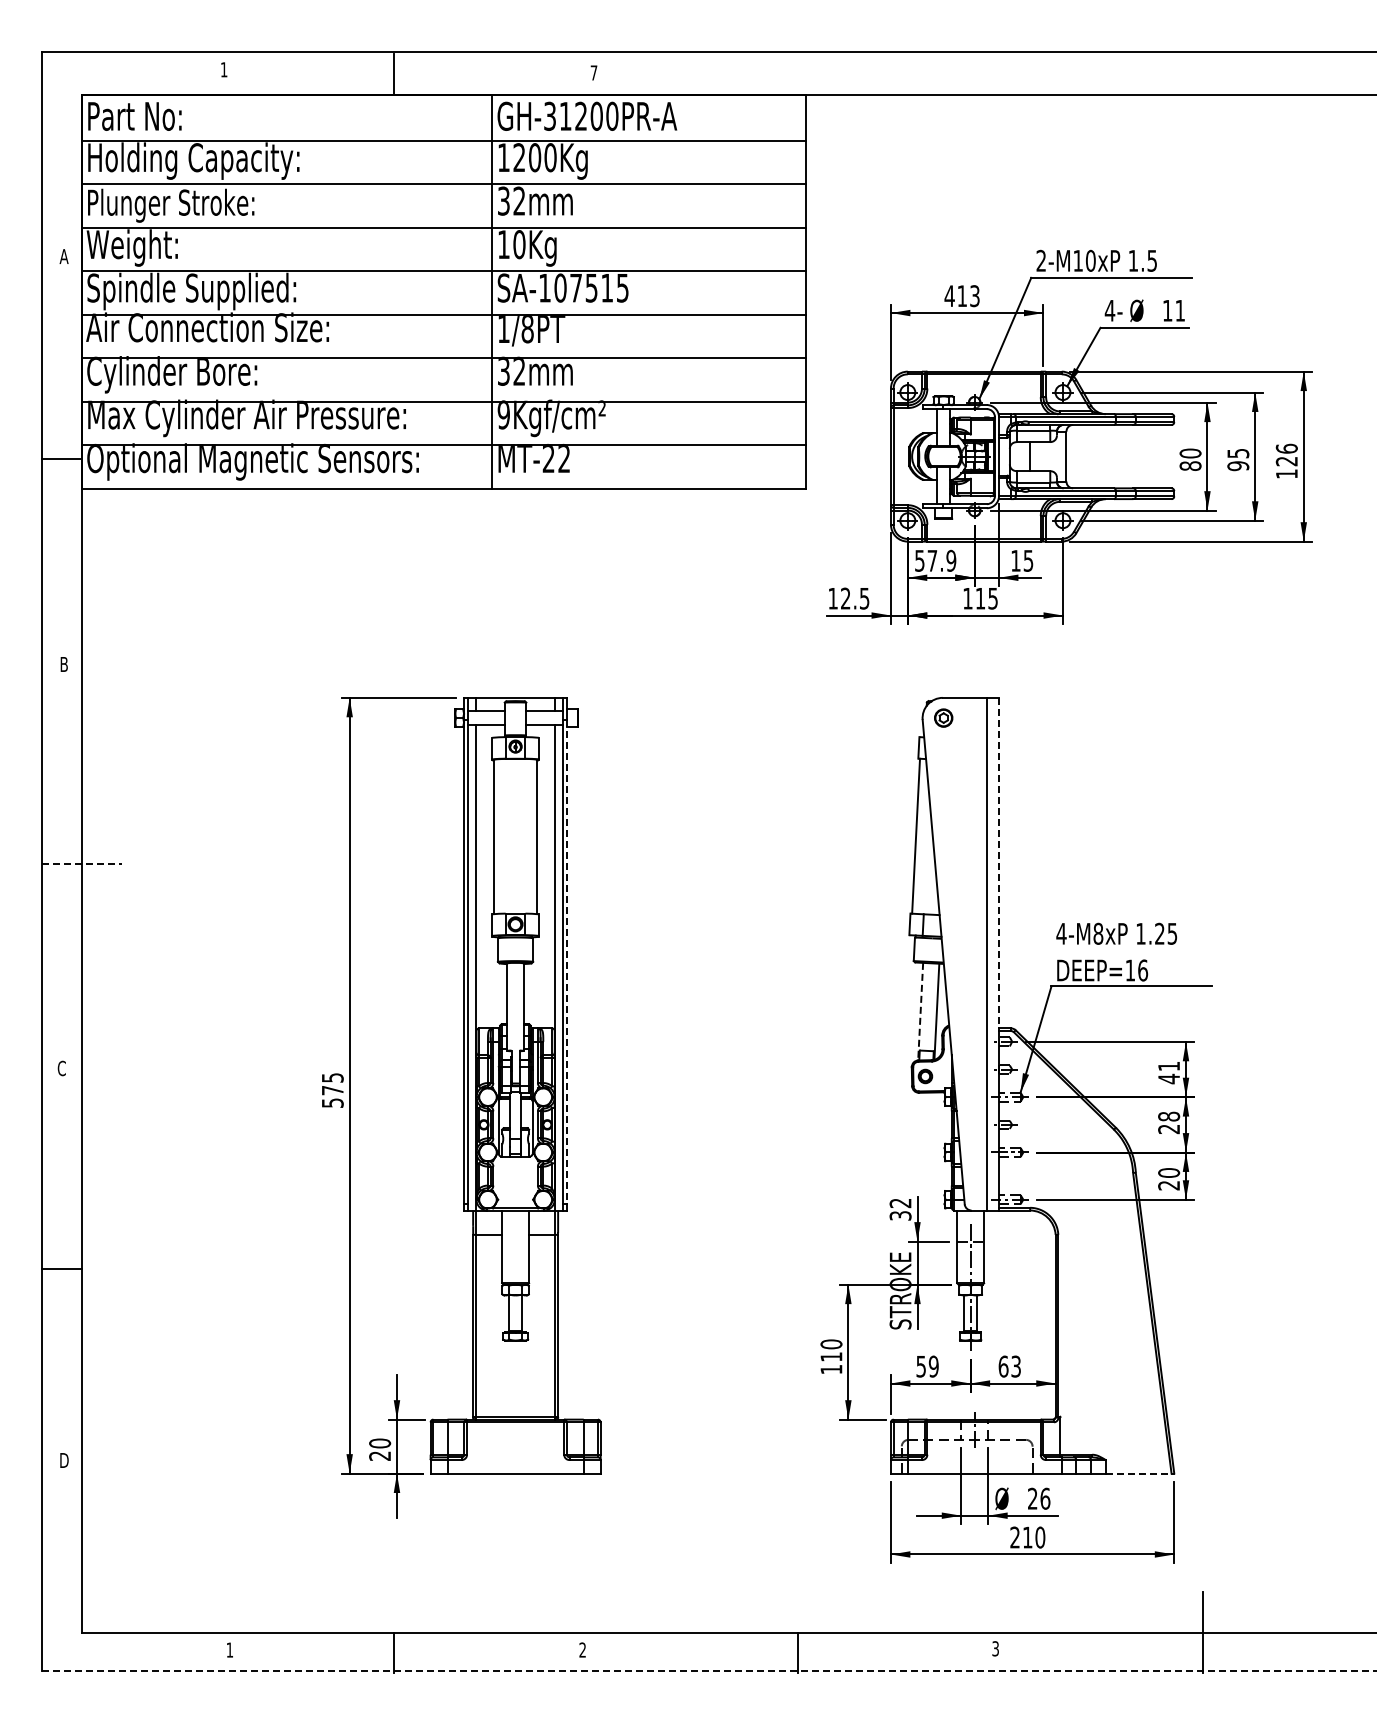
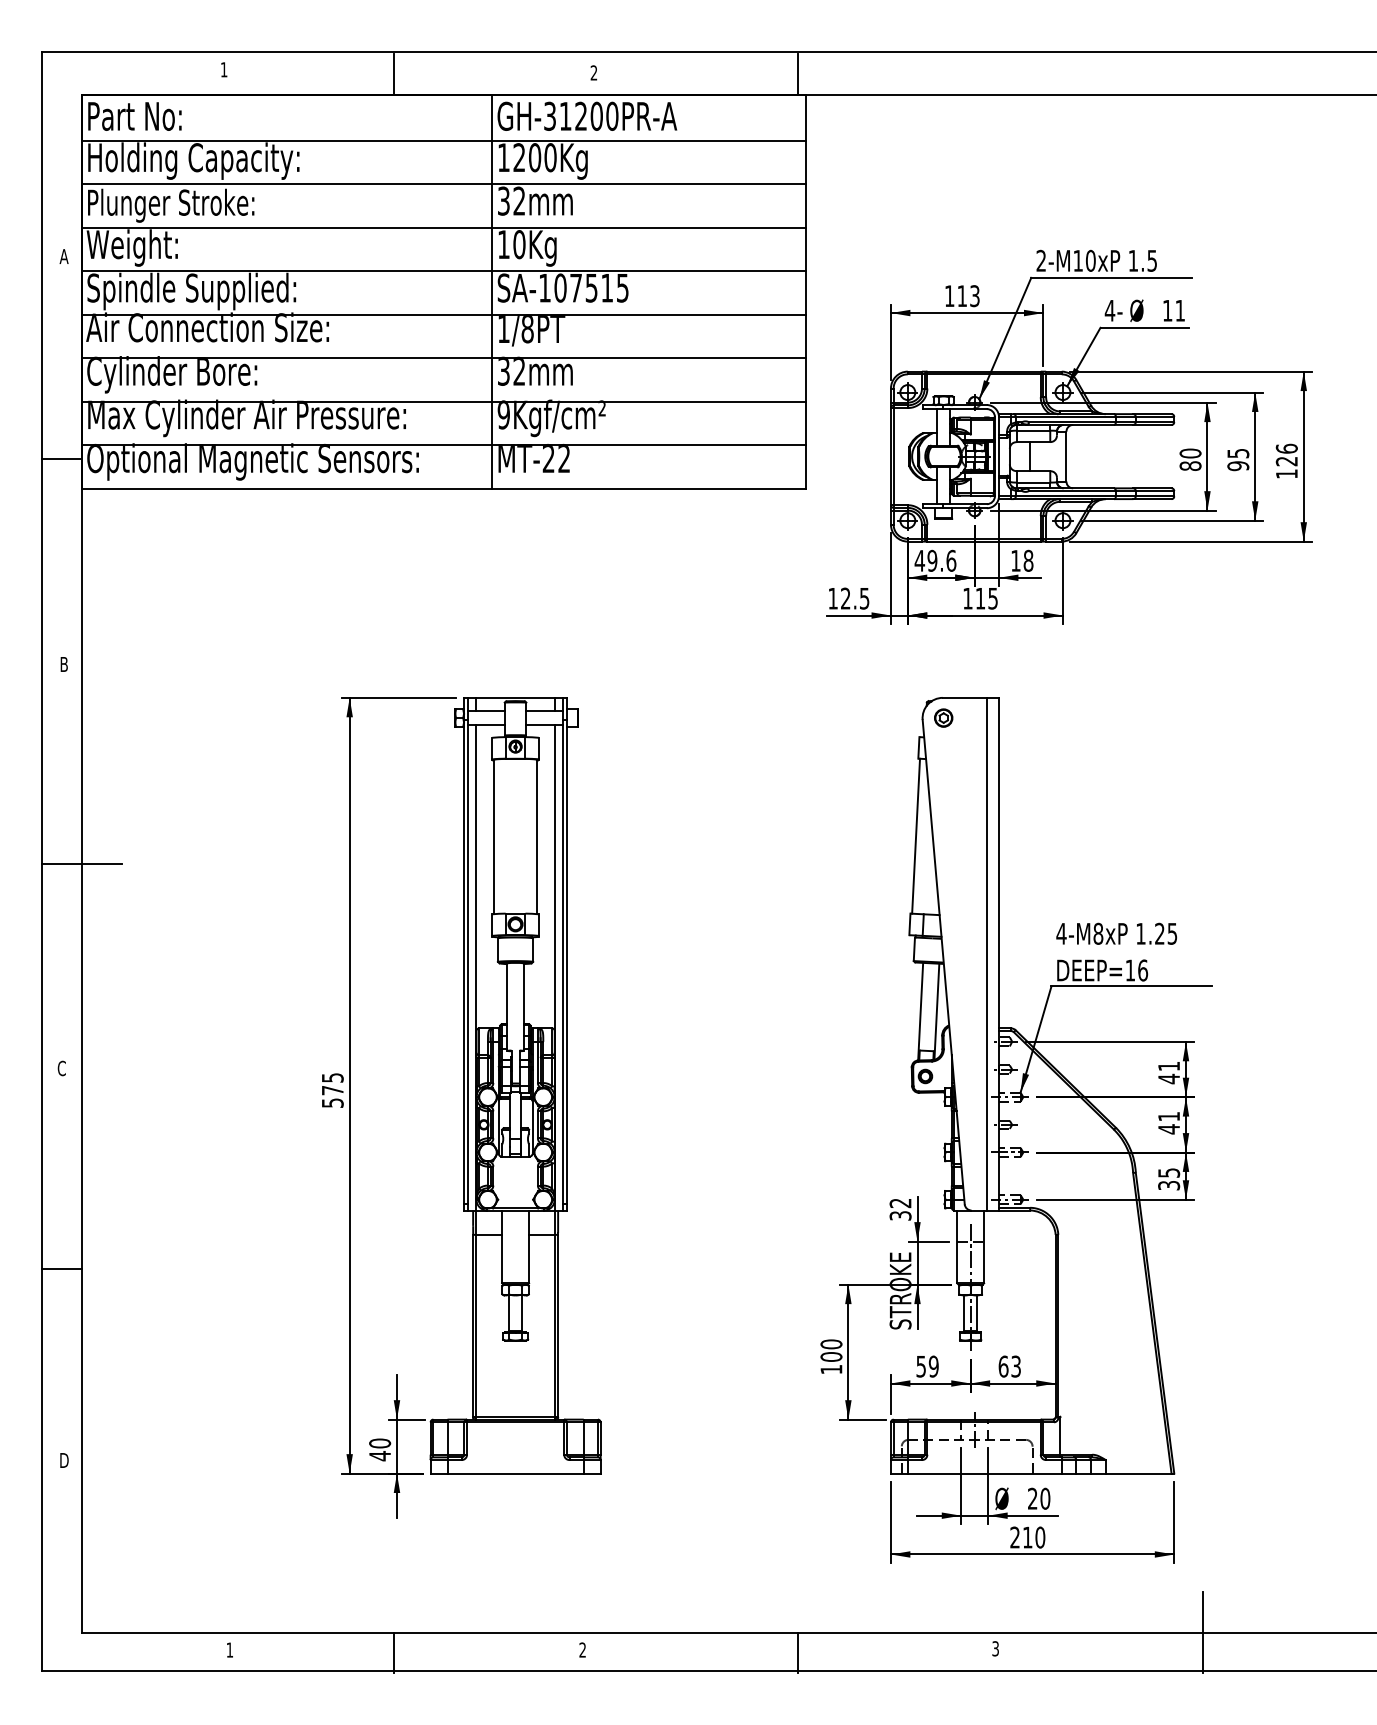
text at (593, 72): 7 -> 2
line at (798, 74): none -> present
text at (949, 295): 413 -> 113
text at (935, 560): 57.9 -> 49.6
text at (1028, 560): 15 -> 18
line at (82, 863): dashed -> solid
line at (999, 863): dashed -> solid
line at (567, 962): dashed -> solid
line at (920, 1011): dashed -> solid
text at (1169, 1122): 28 -> 41
text at (1169, 1179): 20 -> 35
text at (831, 1356): 110 -> 100
text at (379, 1456): 20 -> 40
line at (1138, 1473): dashed -> solid
text at (1045, 1498): 26 -> 20
line at (709, 1670): dashed -> solid
